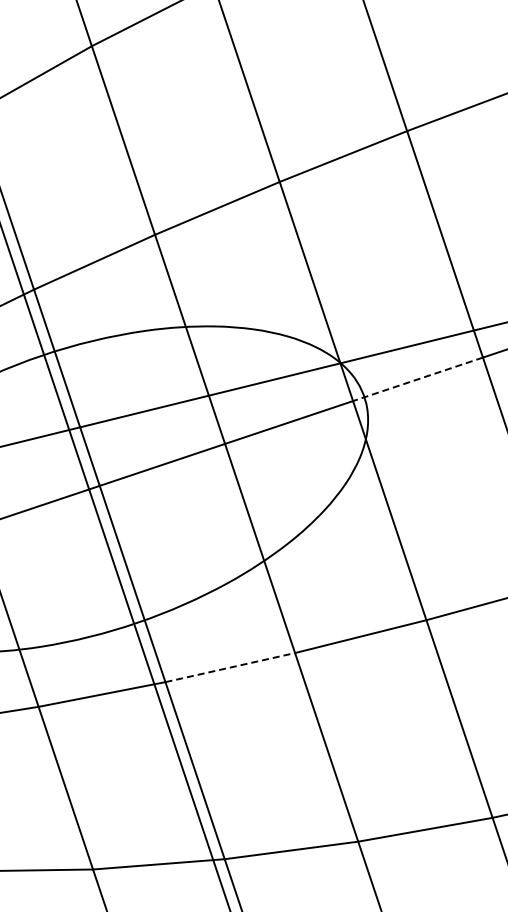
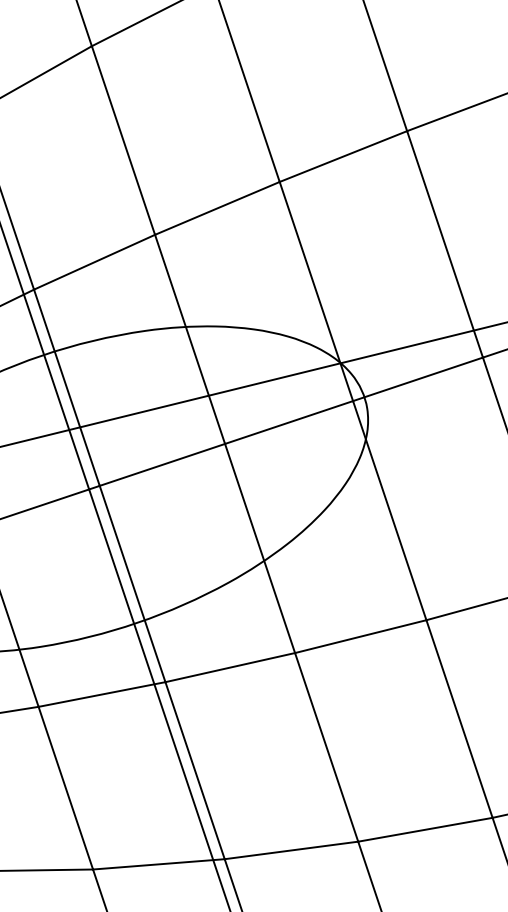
line at (417, 379): dashed -> solid
line at (230, 667): dashed -> solid
